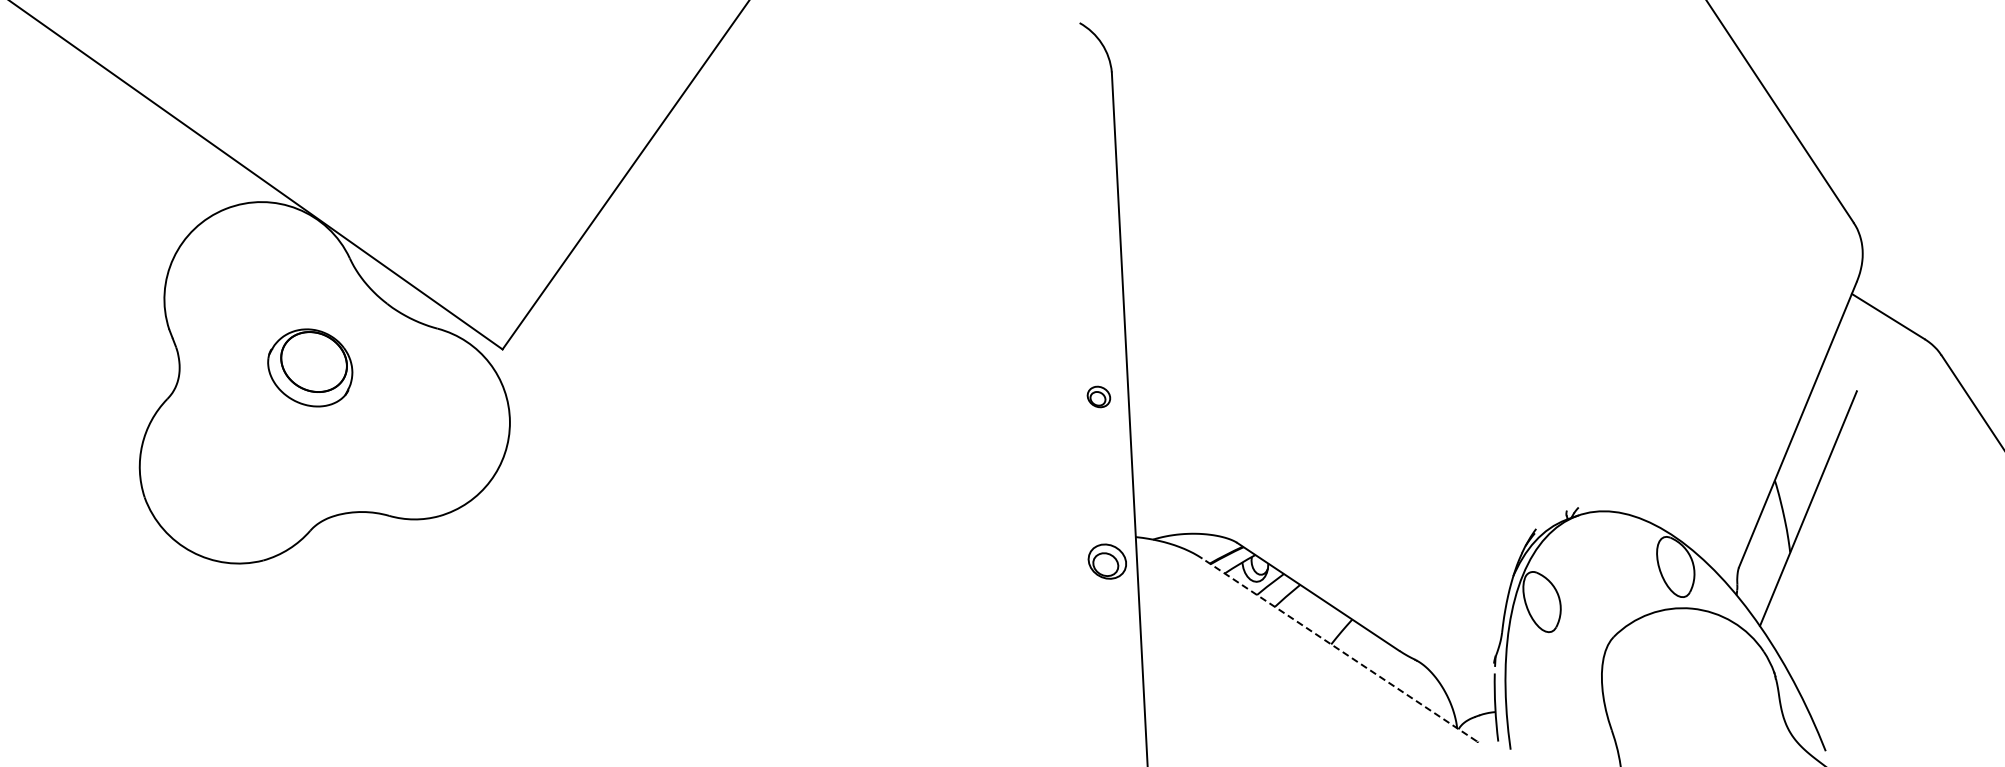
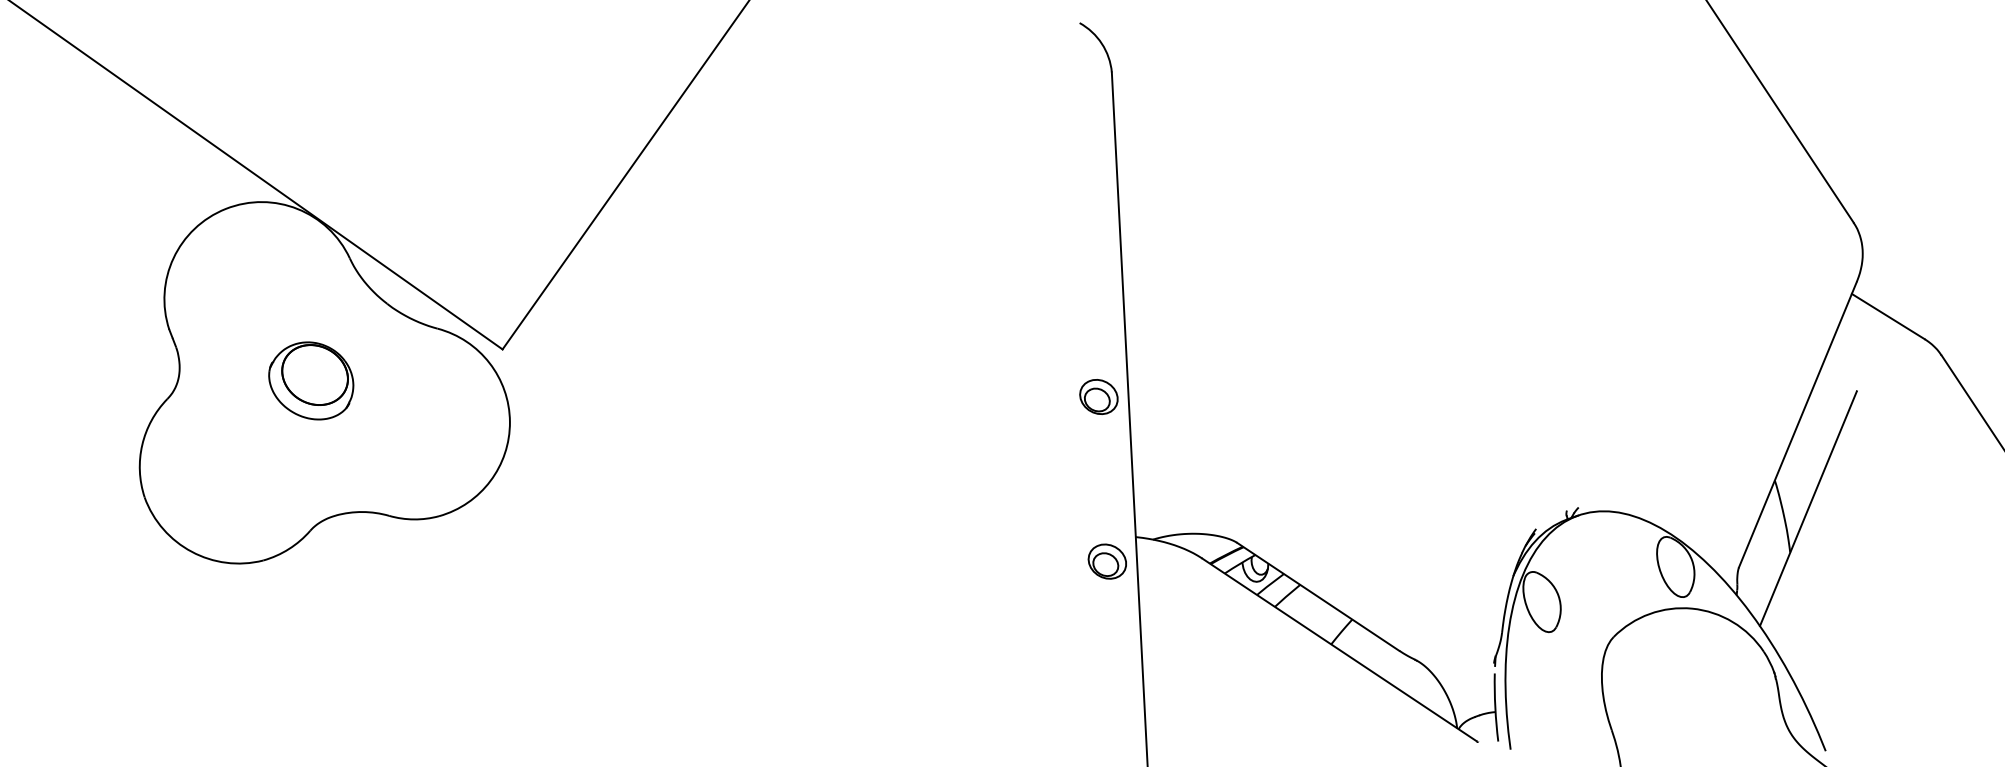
part at (310, 367) position: (310, 367) -> (311, 380)
part at (1098, 396) size: 26x24 px -> 40x36 px
line at (1339, 649): dashed -> solid
